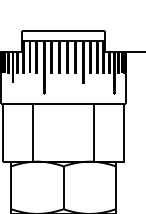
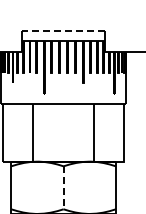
line at (63, 30): solid -> dashed
line at (63, 188): solid -> dashed
